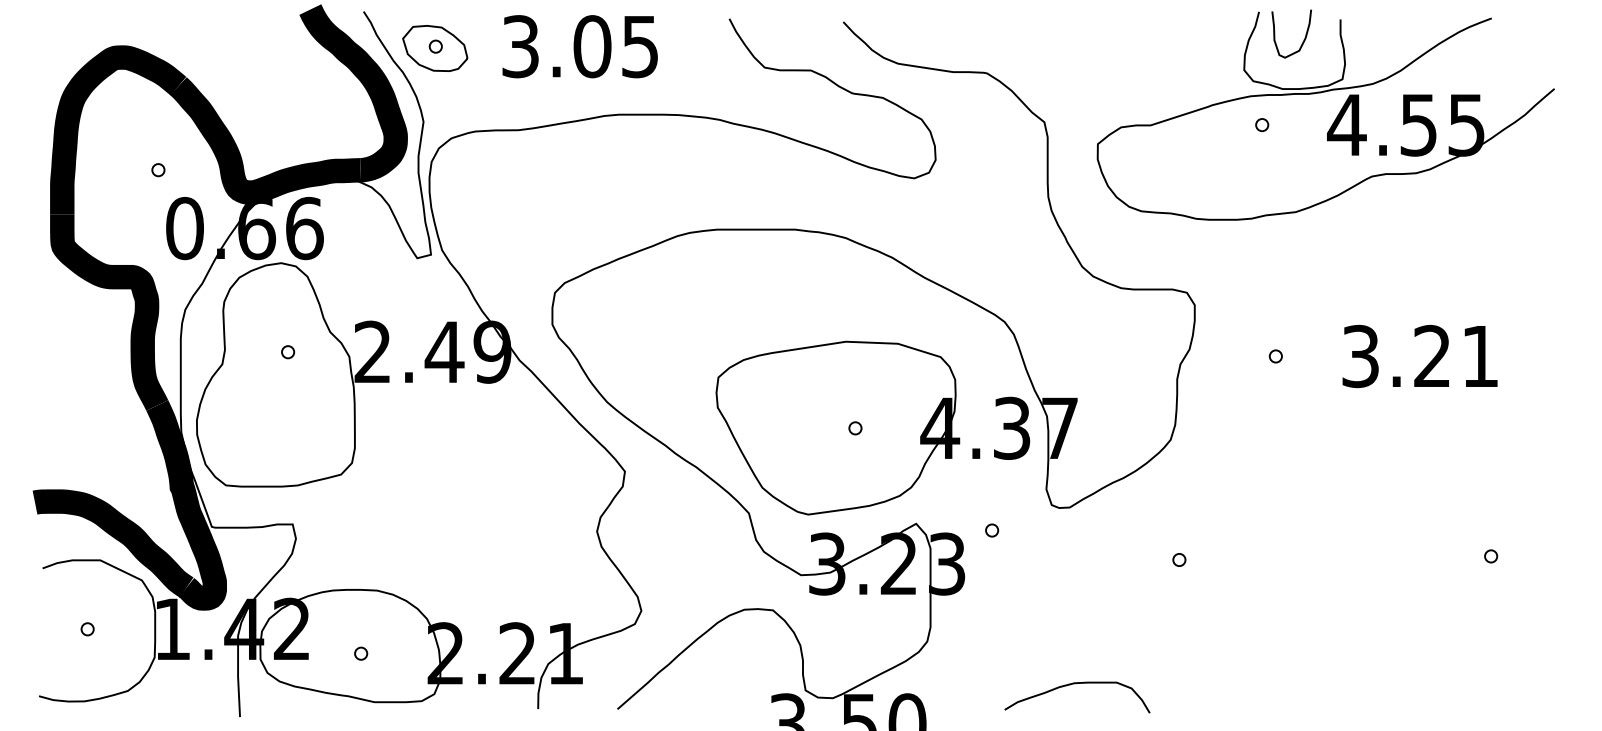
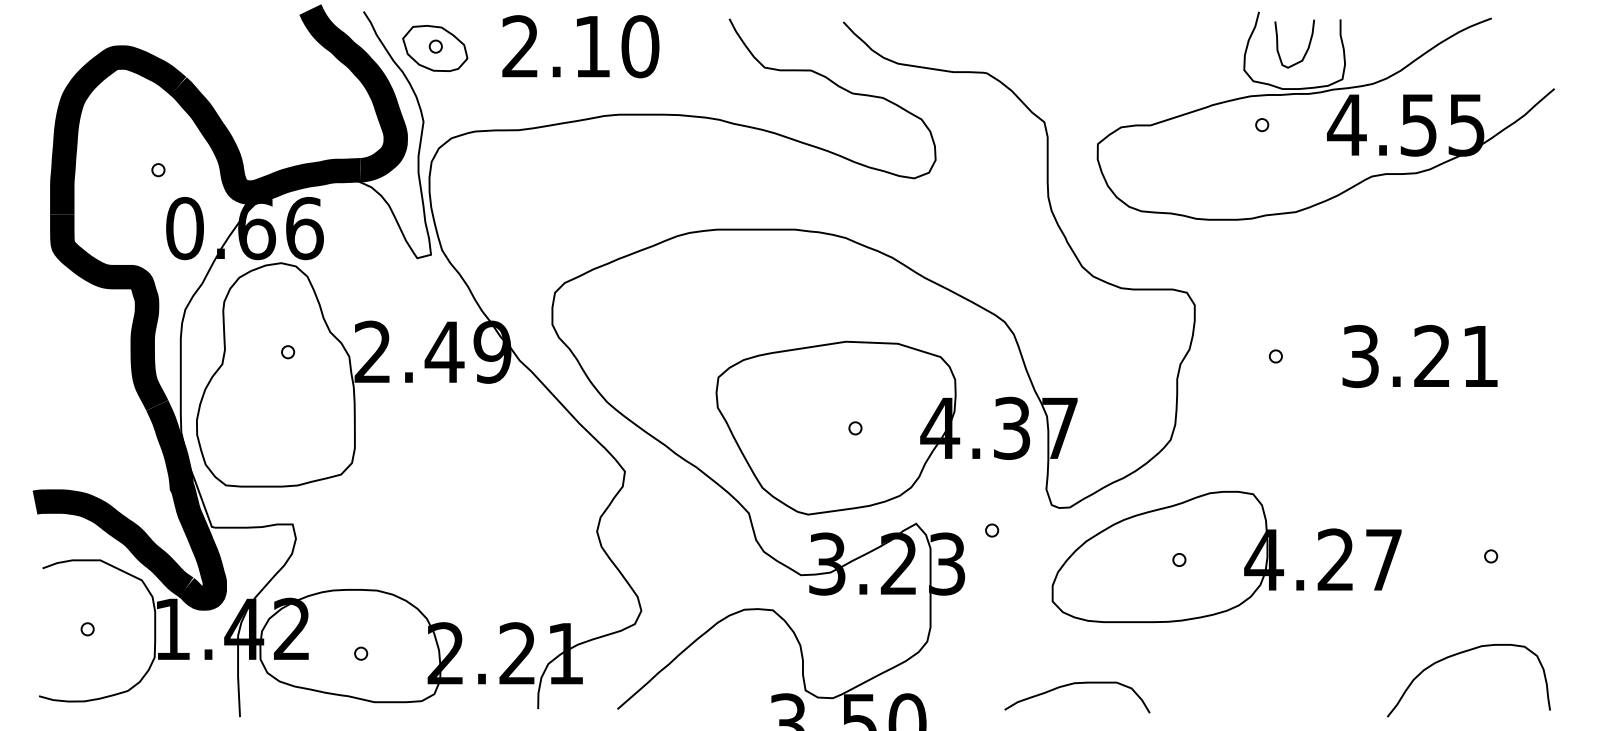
curve at (1303, 39) position: (1303, 39) -> (1306, 49)
text at (580, 46): 3.05 -> 2.10
part at (1226, 556): none -> present
curve at (1459, 654): none -> present
